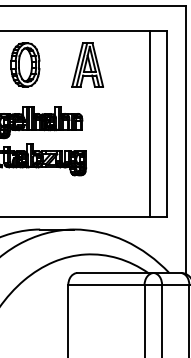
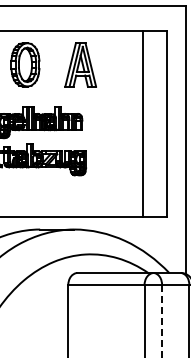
part at (87, 64) position: (87, 64) -> (80, 64)
line at (150, 123) position: (150, 123) -> (143, 123)
line at (162, 321): solid -> dashed
